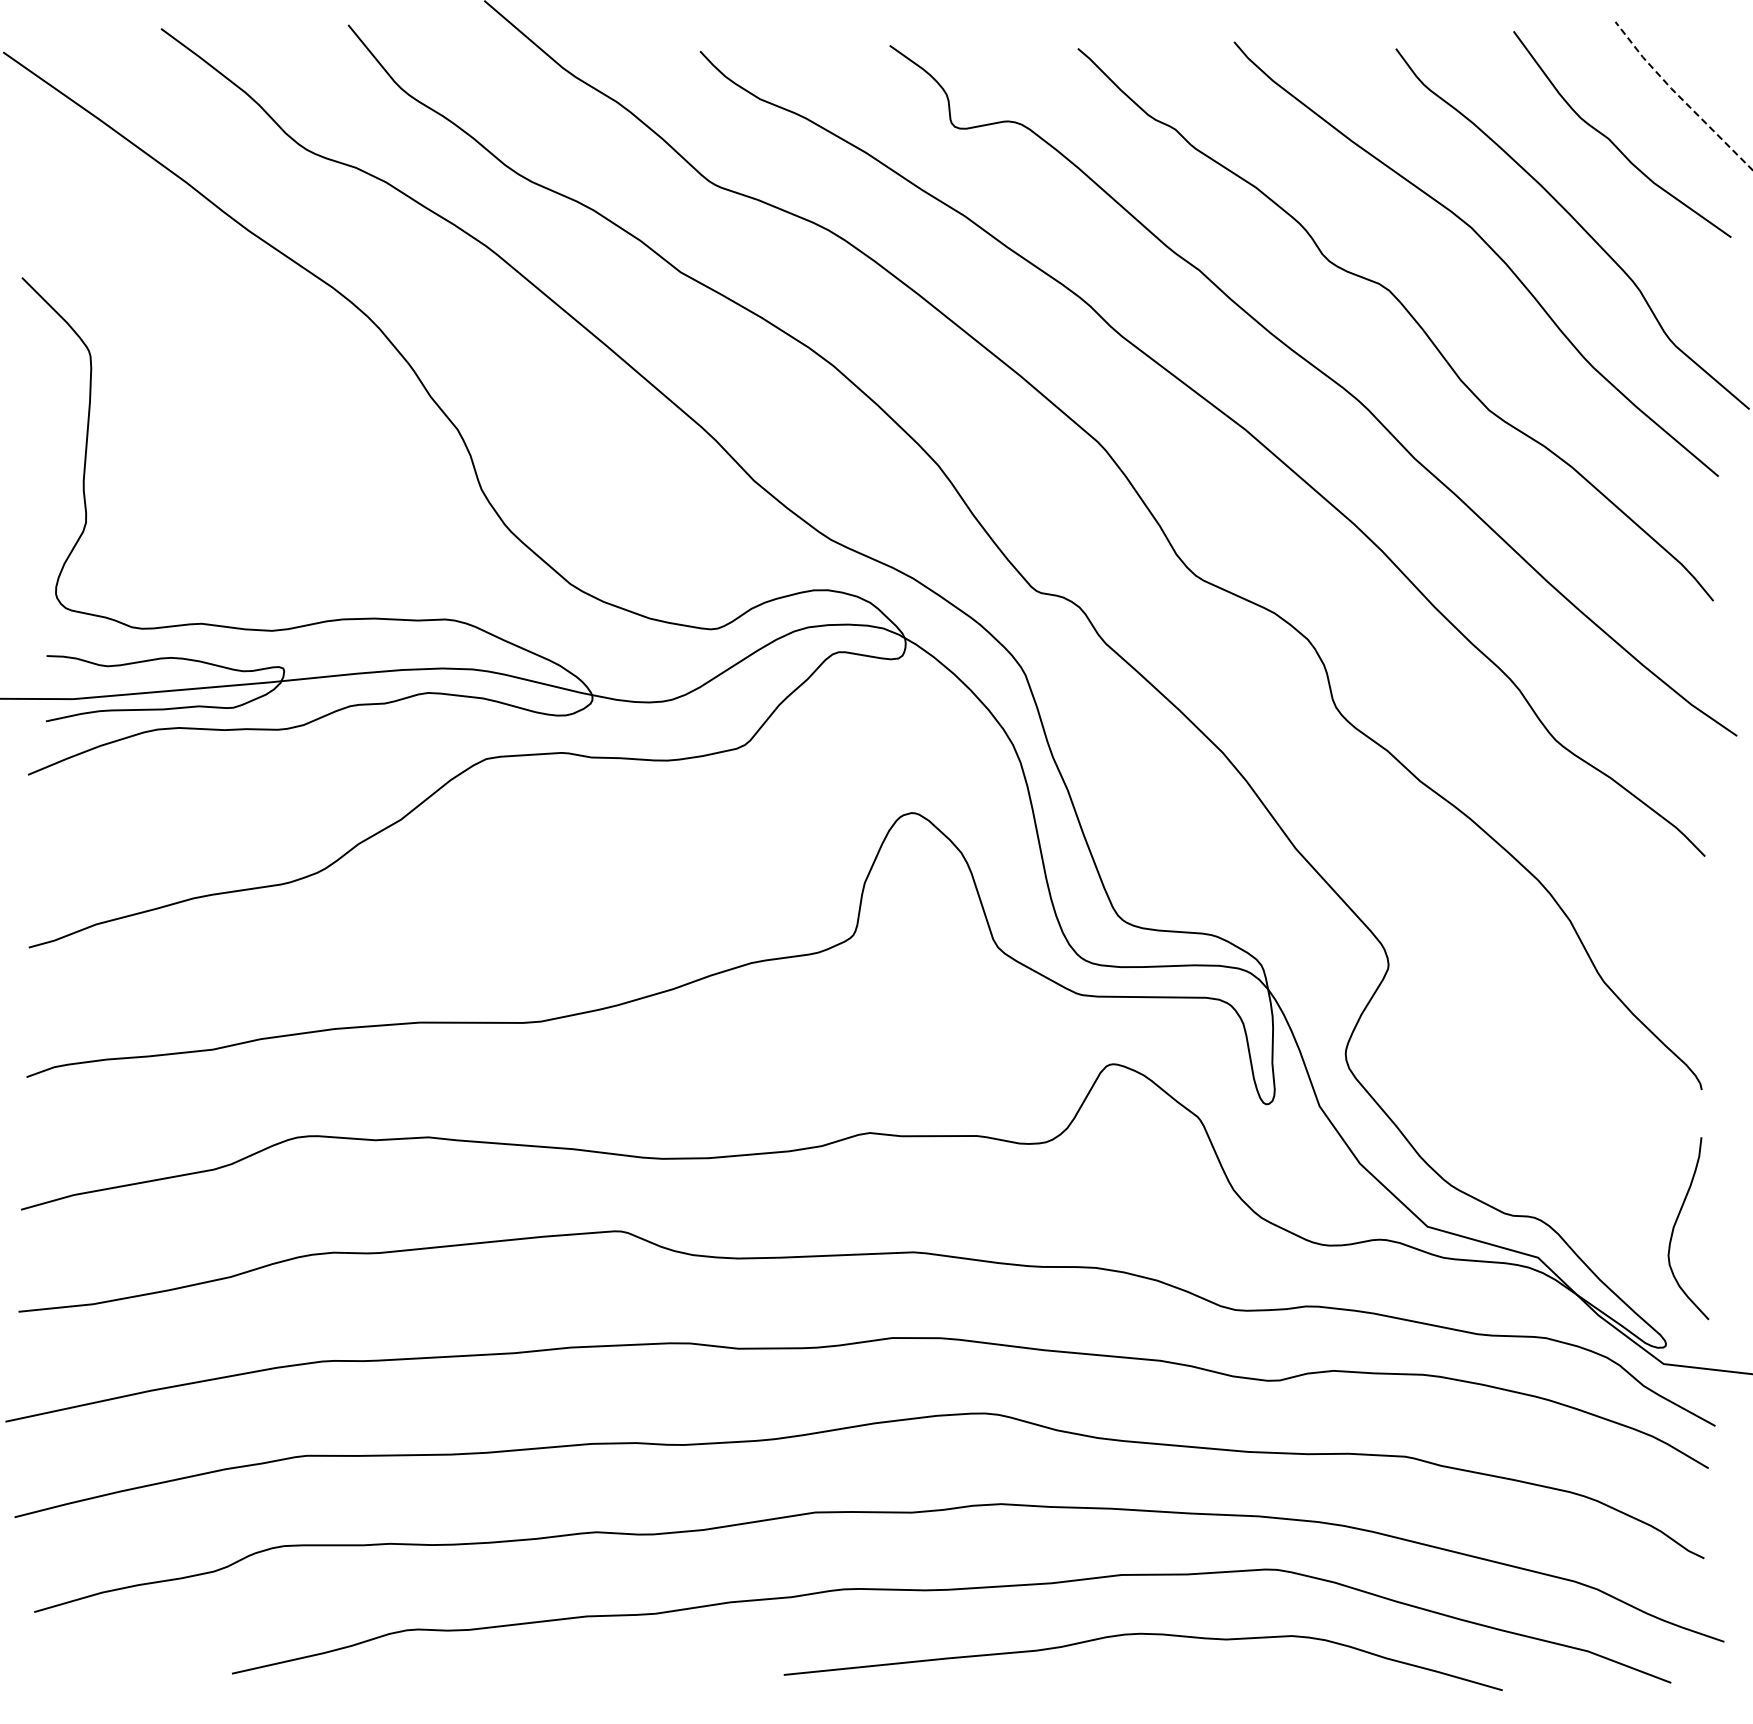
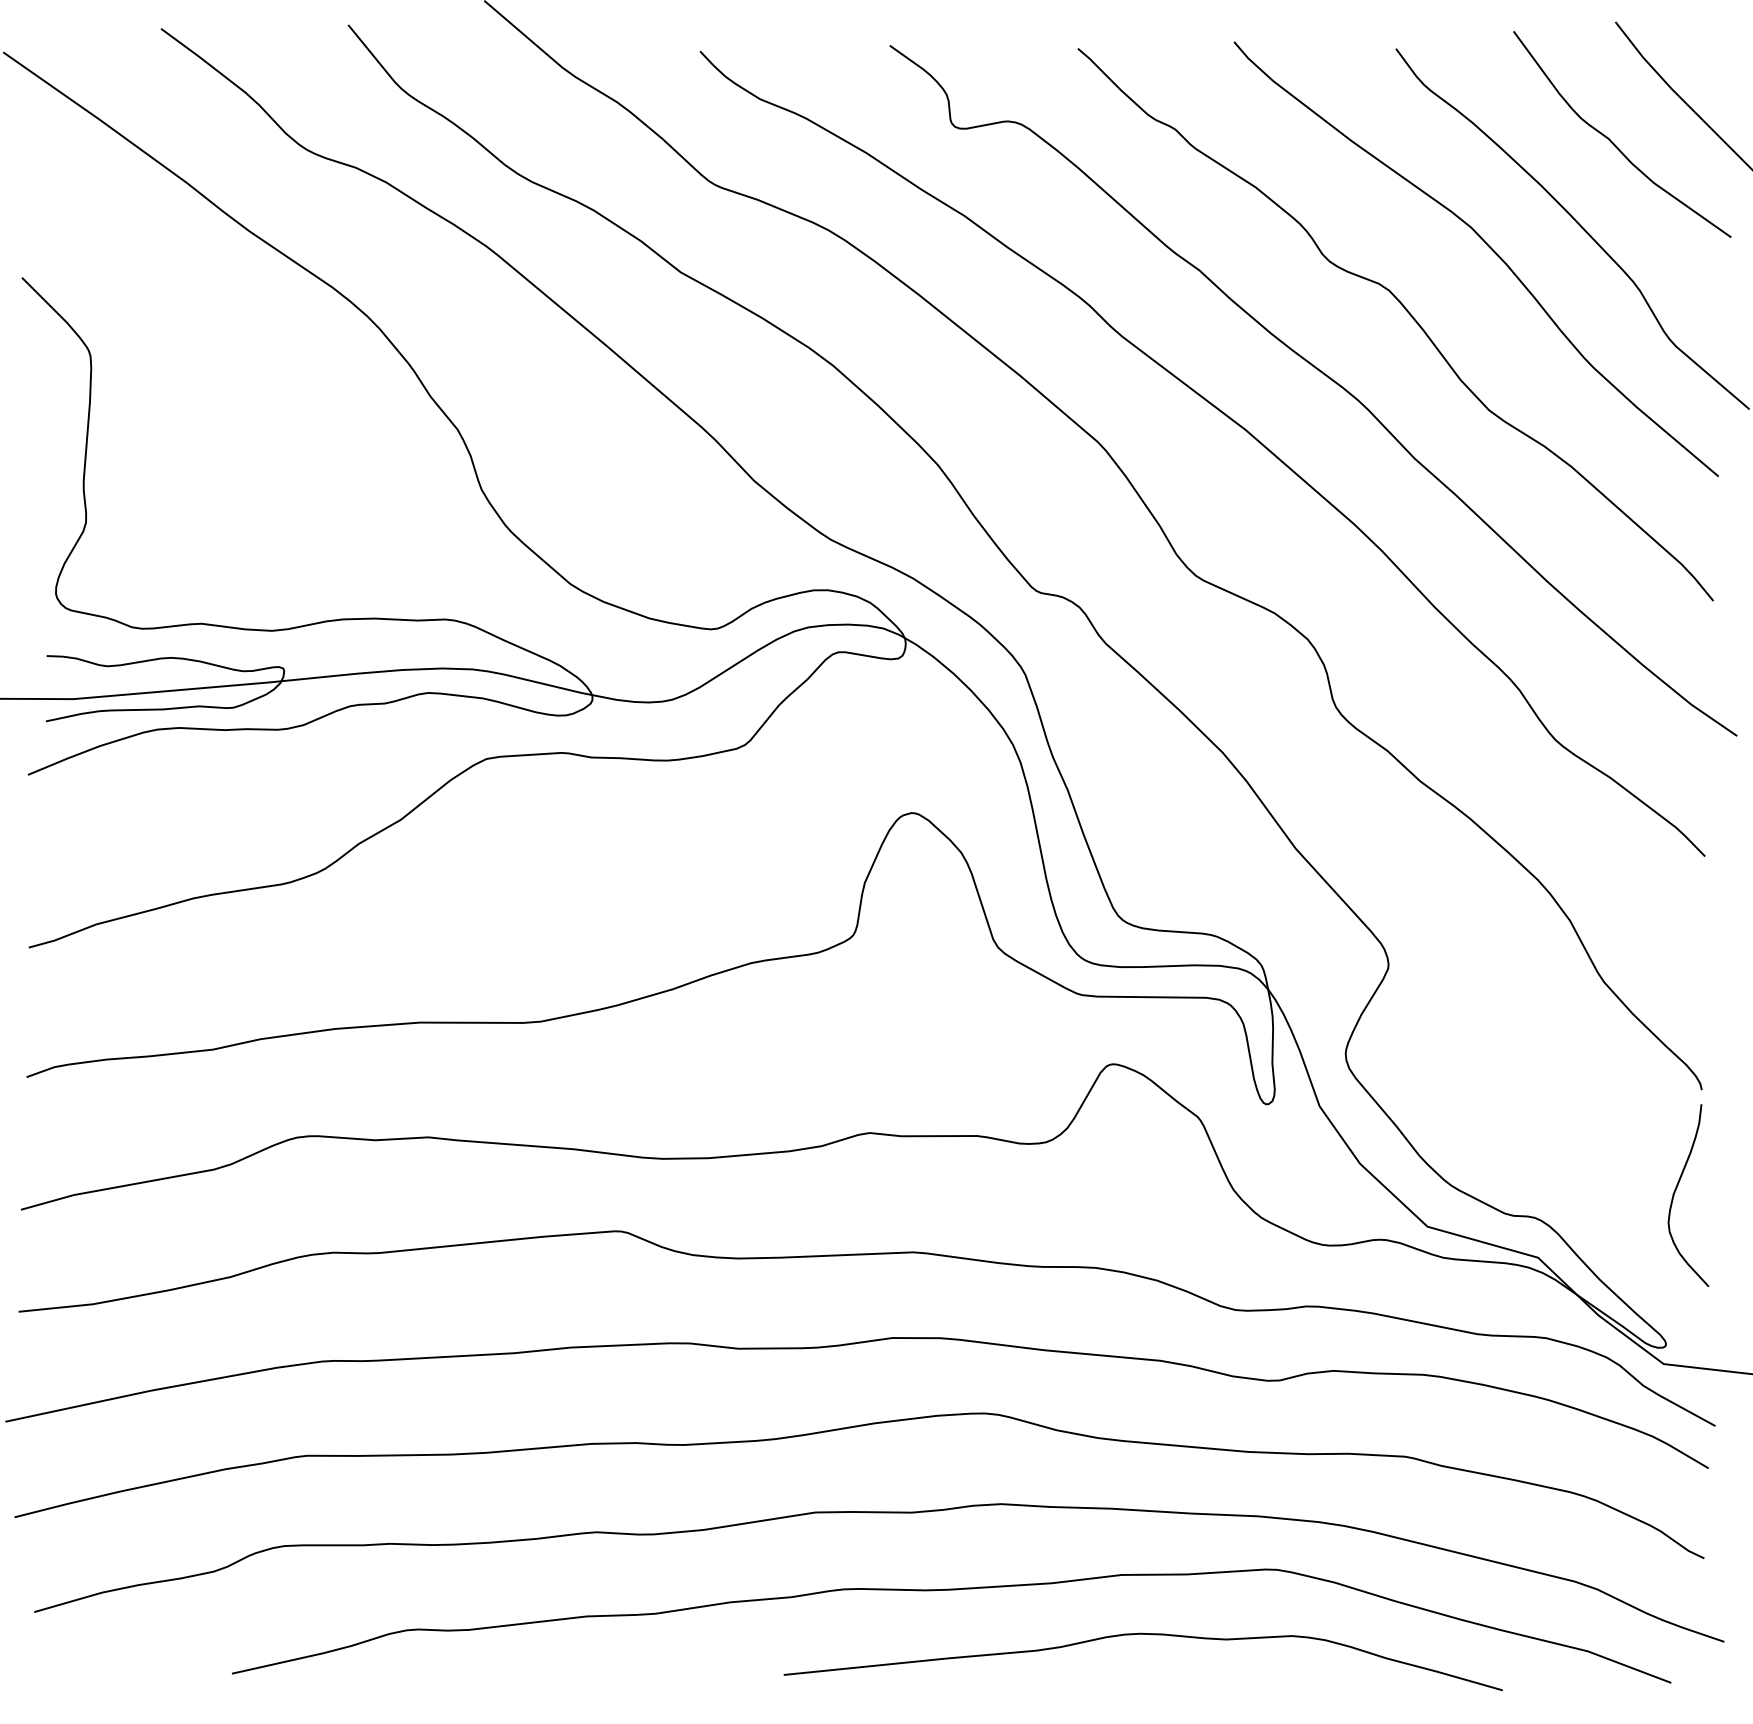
line at (1679, 97): dashed -> solid
curve at (1676, 1223) position: (1676, 1223) -> (1676, 1190)
